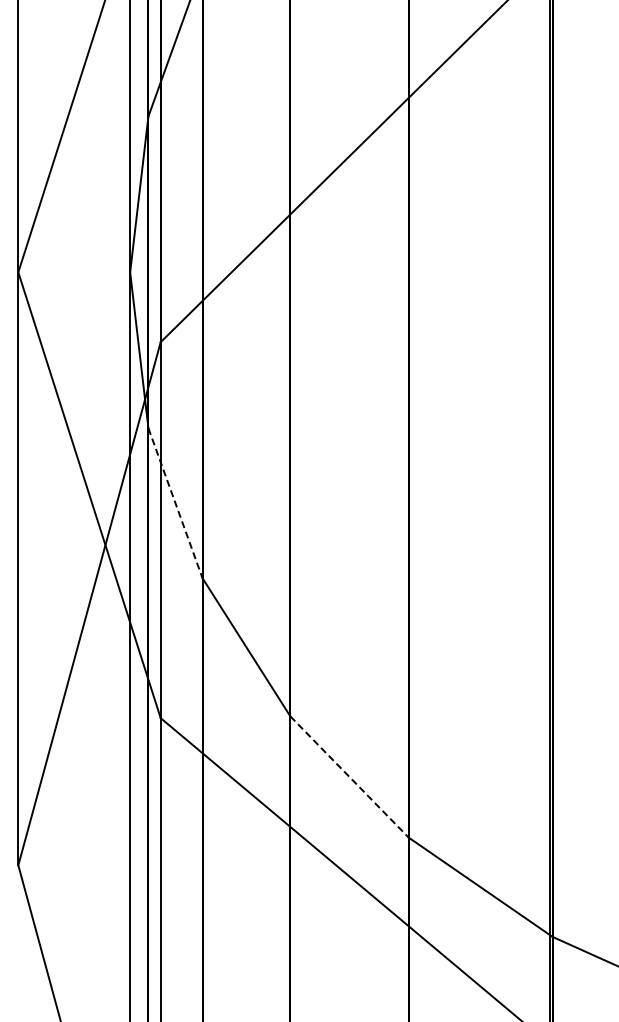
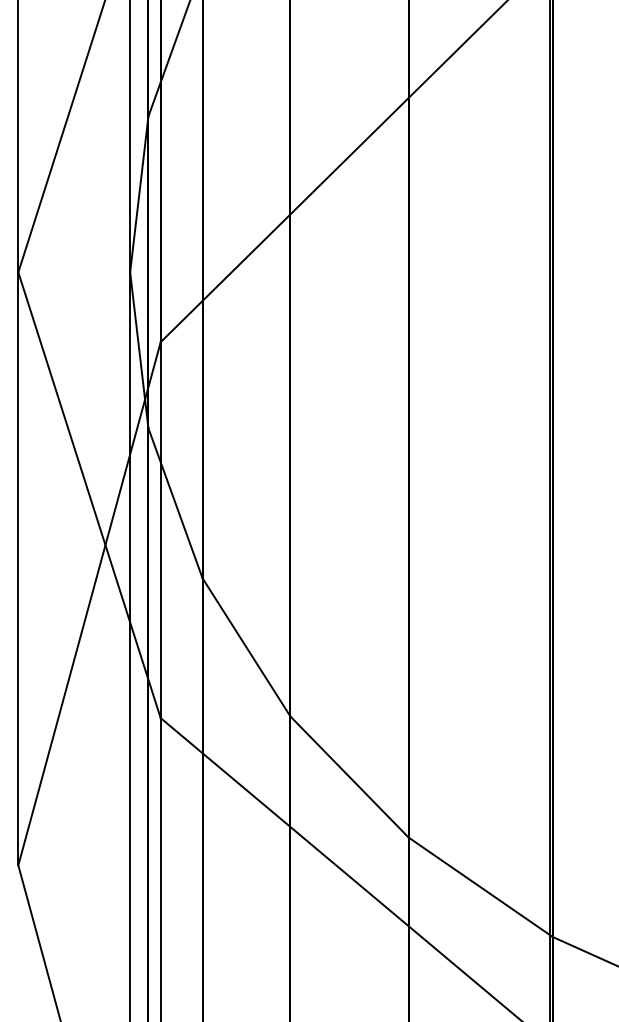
line at (175, 503): dashed -> solid
line at (349, 776): dashed -> solid
